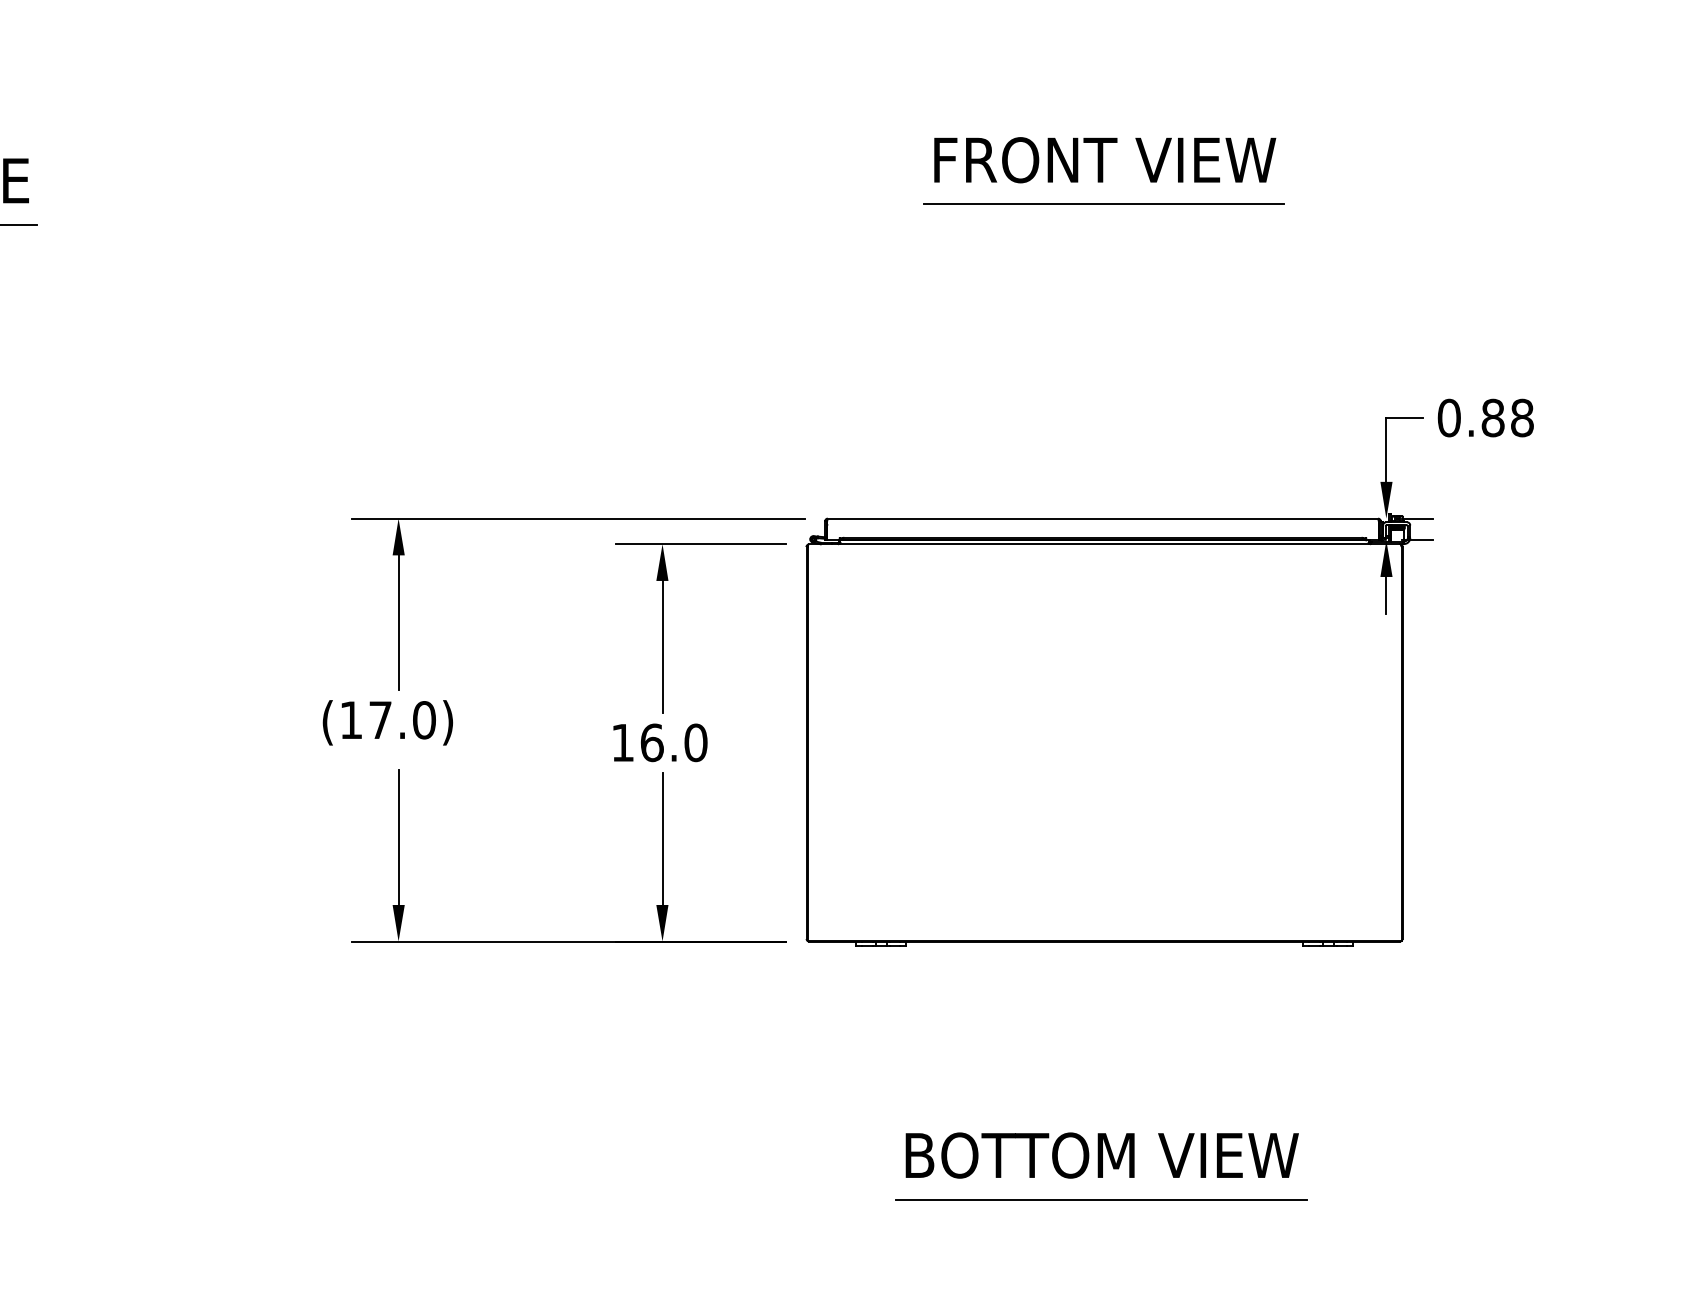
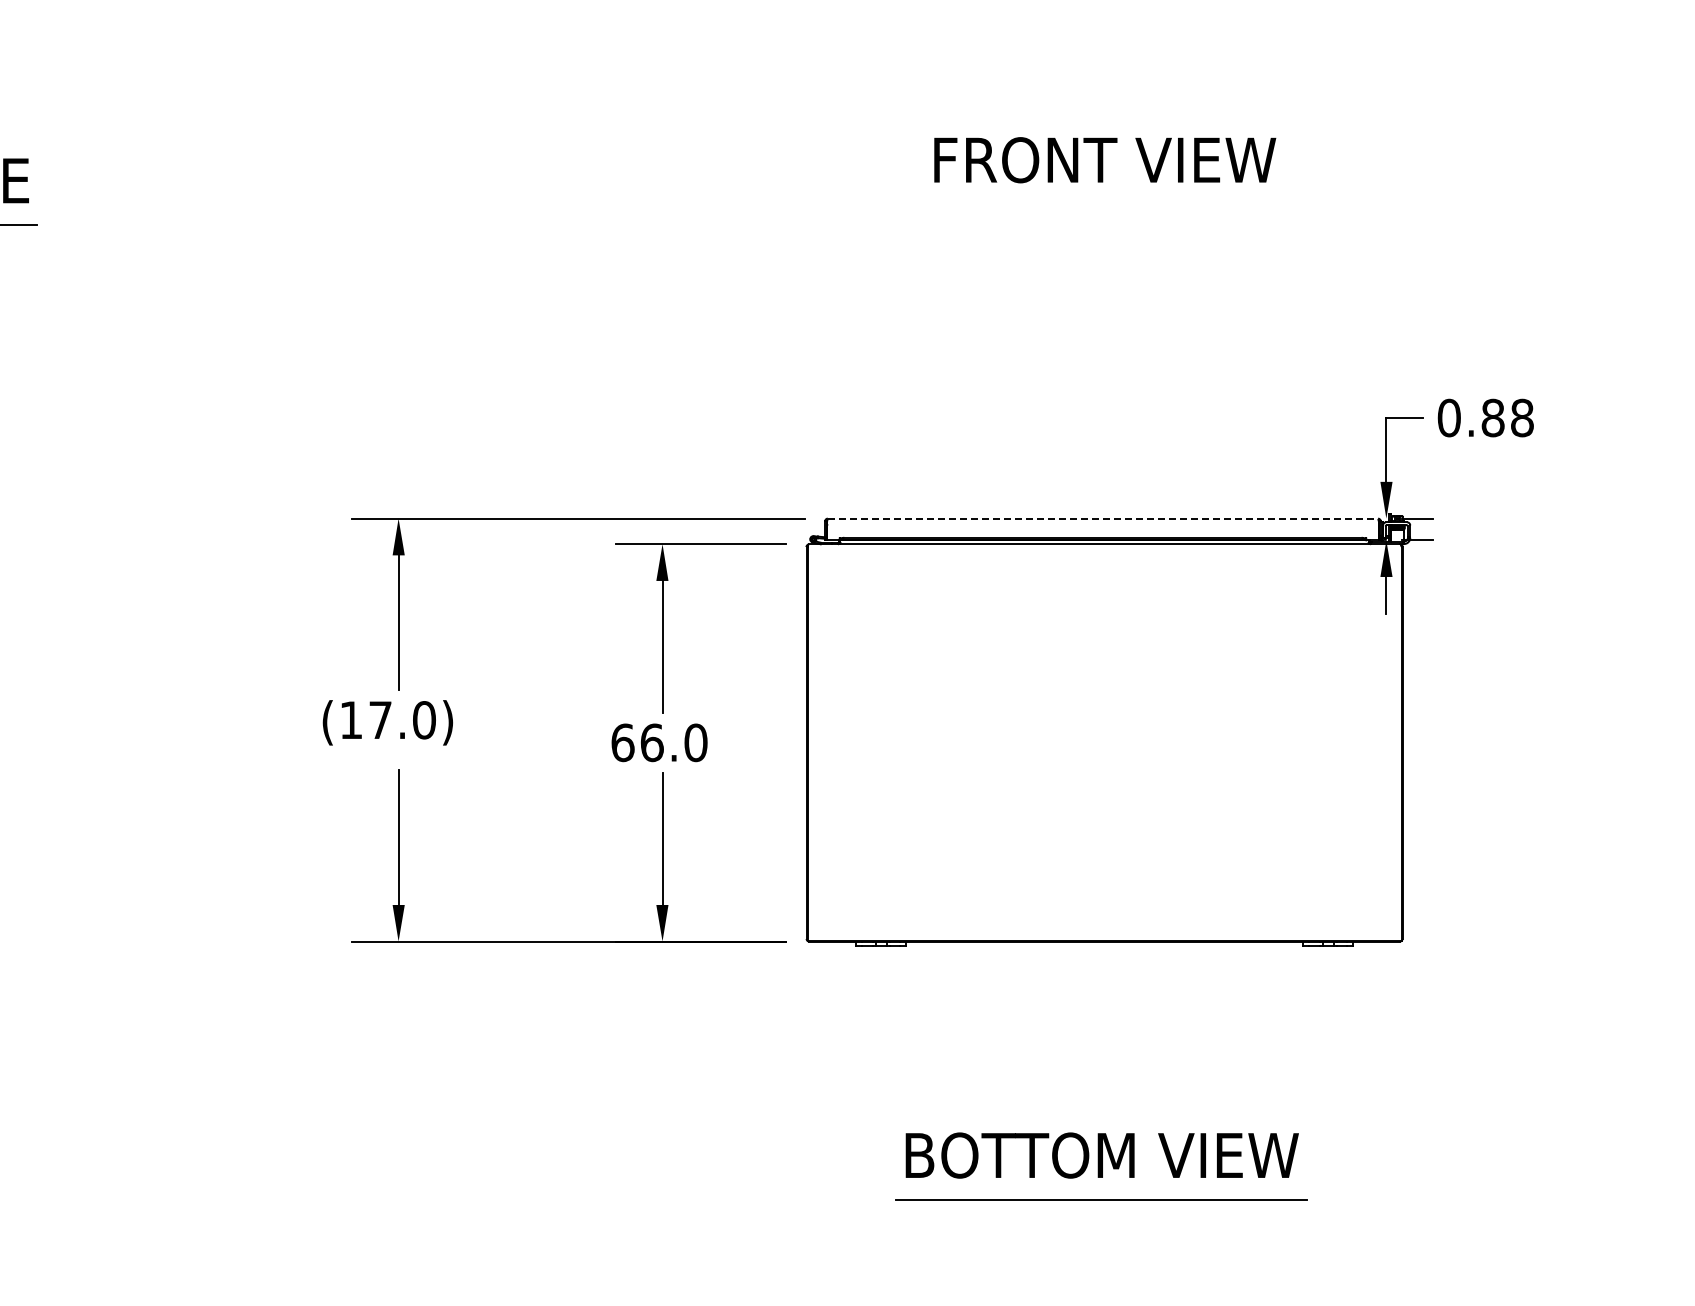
line at (1103, 203): present -> none
line at (1103, 518): solid -> dashed
text at (622, 742): 16.0 -> 66.0
